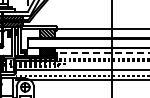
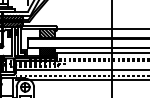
line at (102, 52): dashed -> solid
